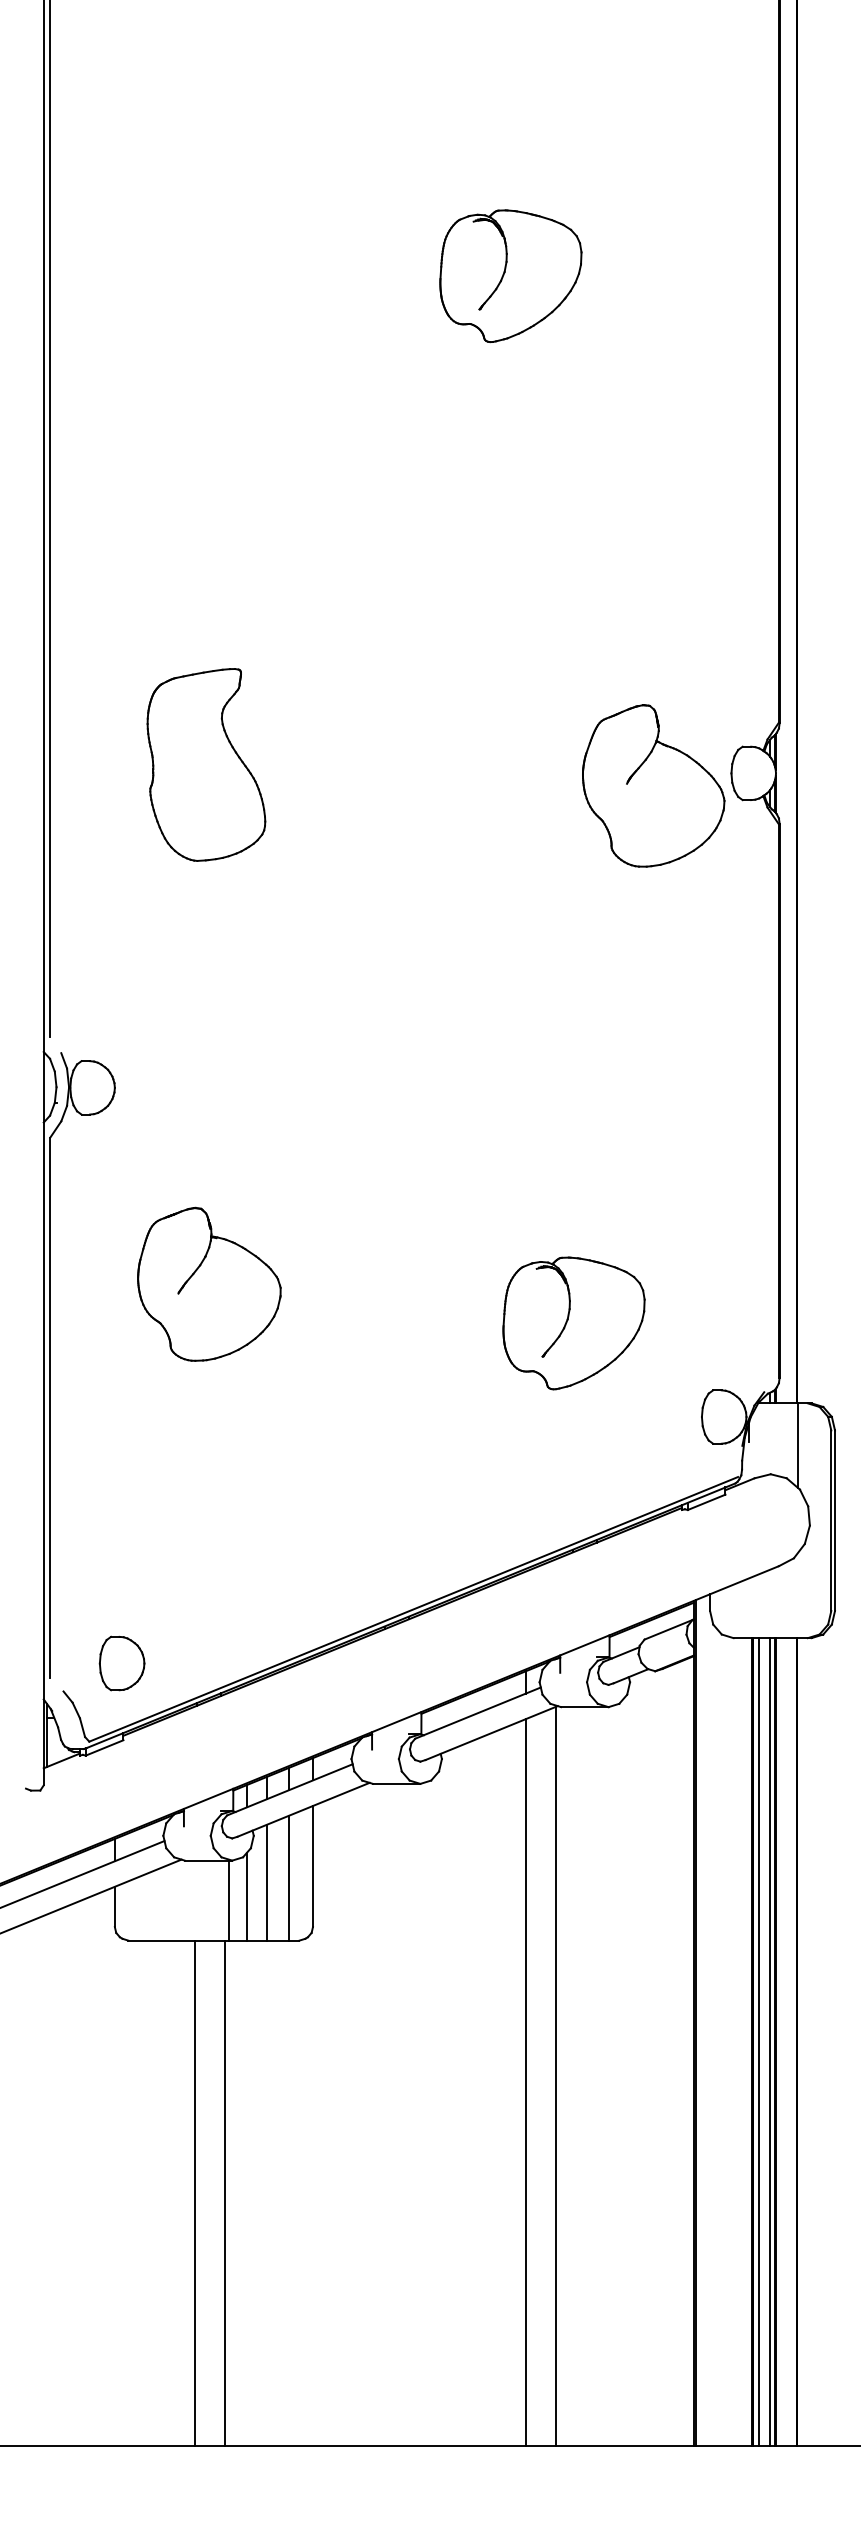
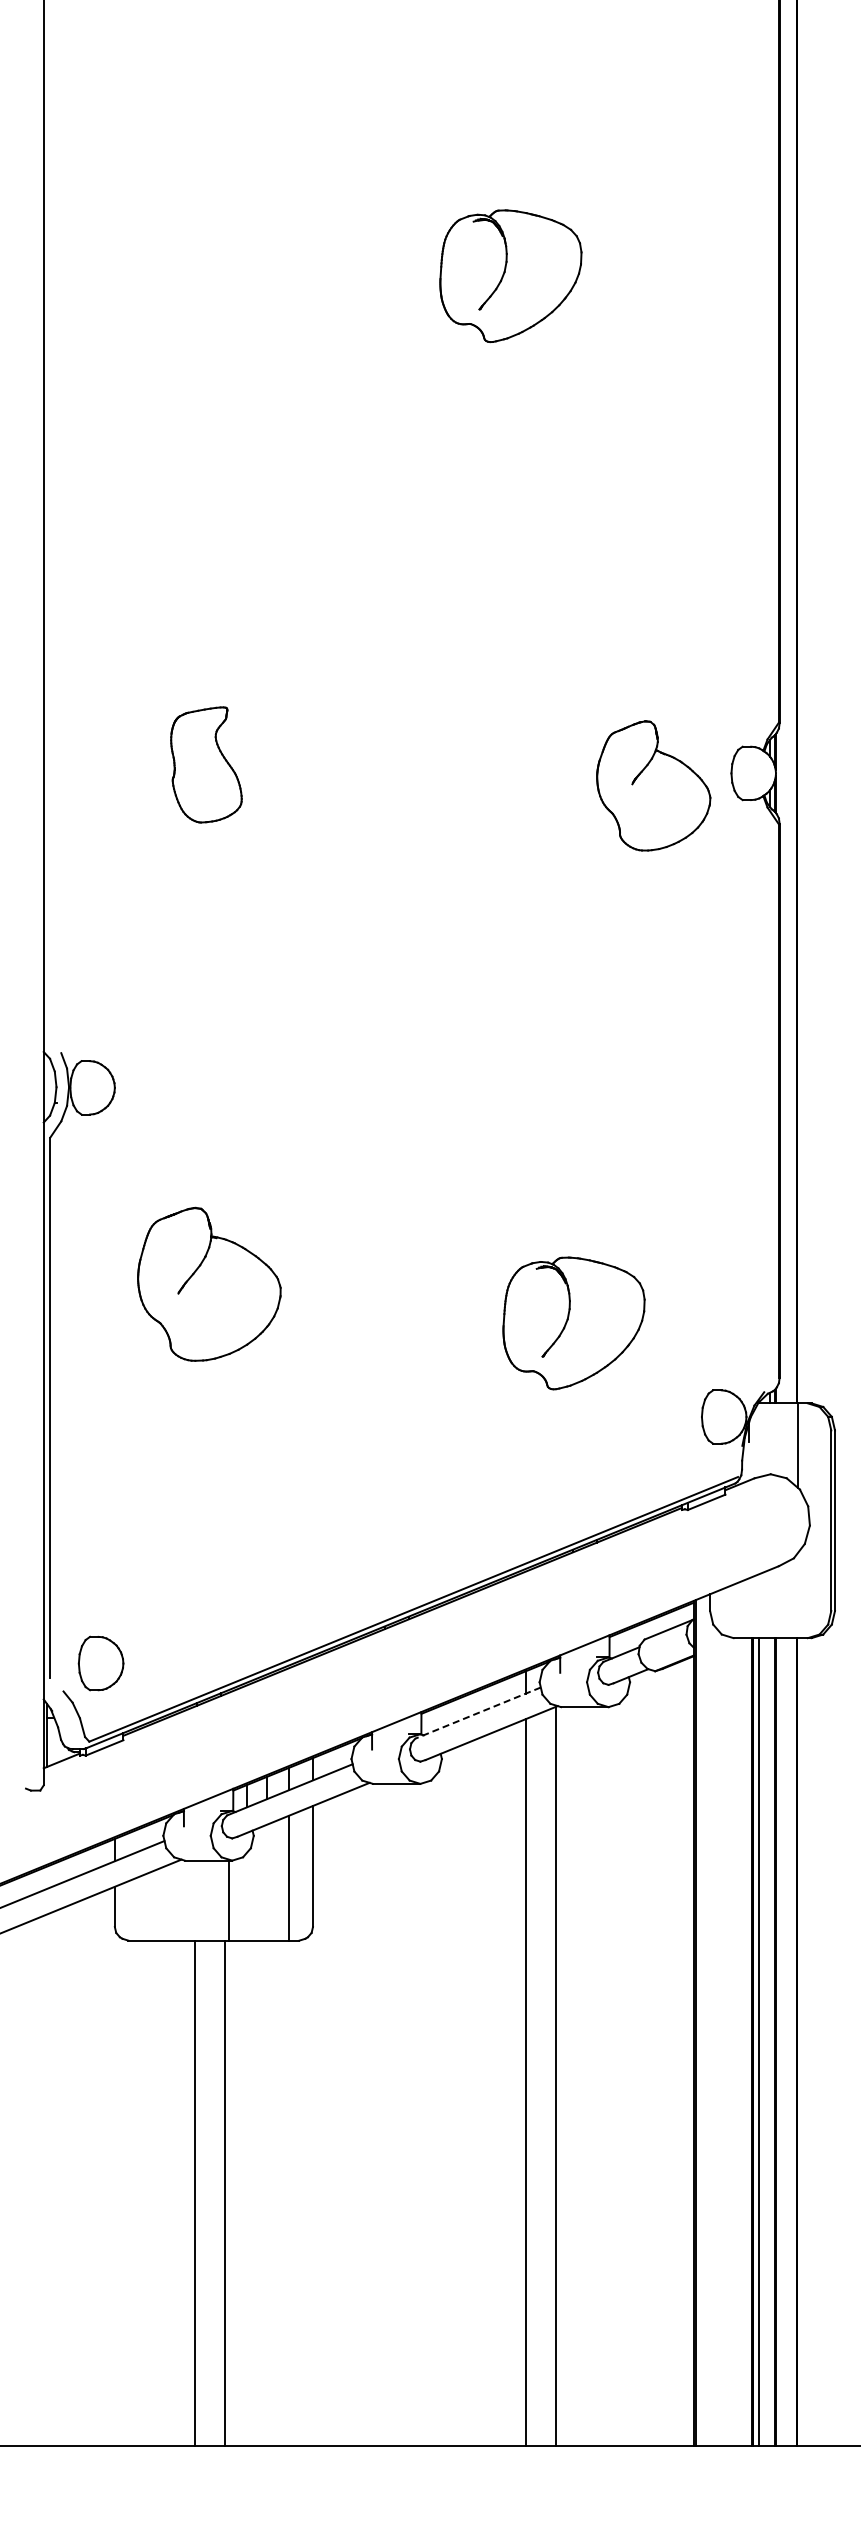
line at (50, 519): present -> none
part at (206, 764) size: 121x194 px -> 73x118 px
part at (653, 785) size: 144x164 px -> 116x132 px
part at (121, 1663) position: (121, 1663) -> (100, 1663)
line at (478, 1713): solid -> dashed
line at (267, 1882): present -> none
line at (247, 1896): present -> none
line at (770, 2042): present -> none
